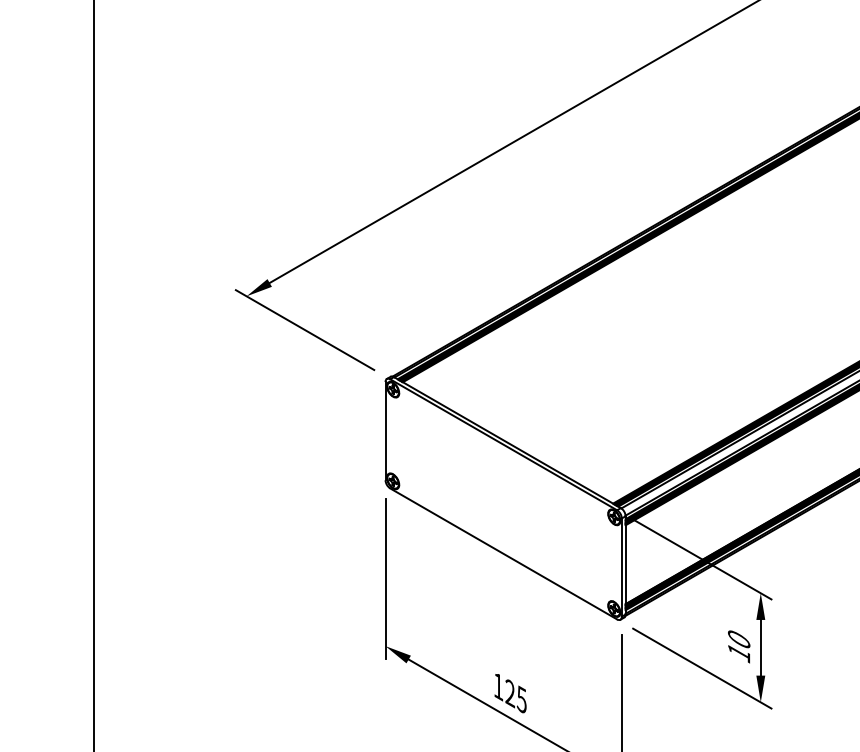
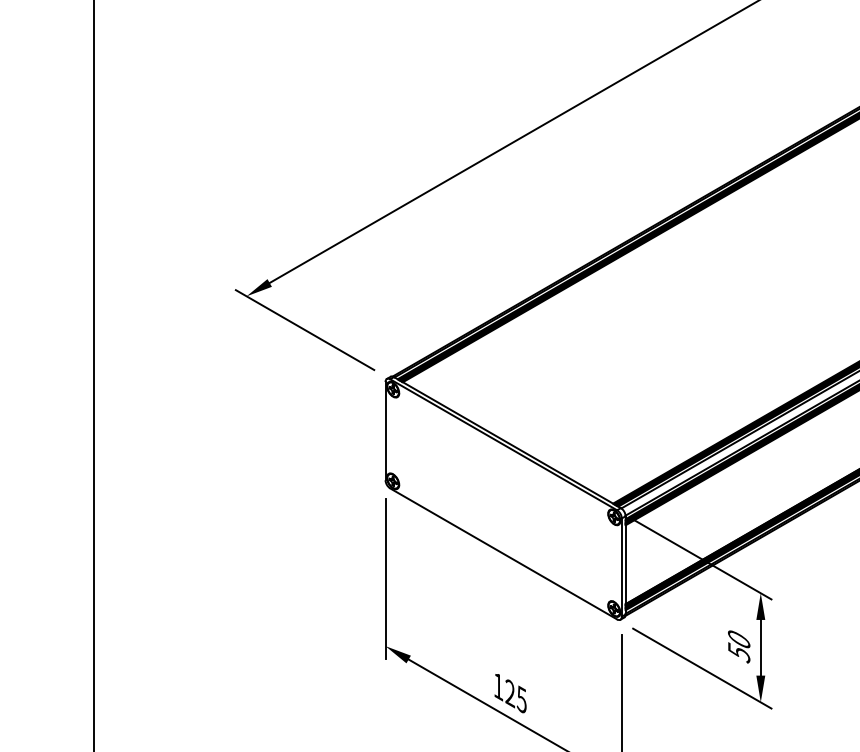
text at (739, 652): 10 -> 50
